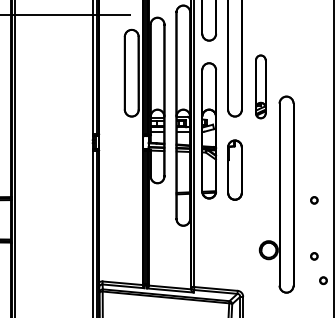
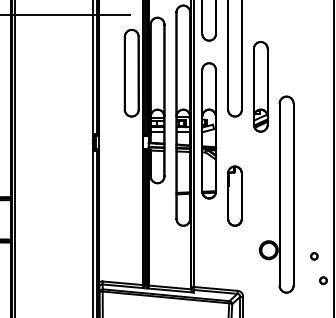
part at (260, 86) size: 12x66 px -> 16x92 px
part at (234, 169) position: (234, 169) -> (234, 195)
part at (314, 200): present -> none
